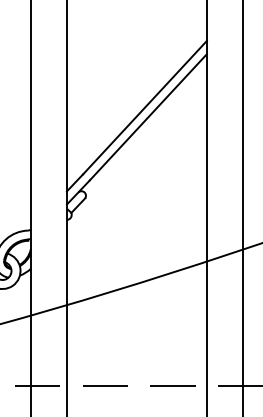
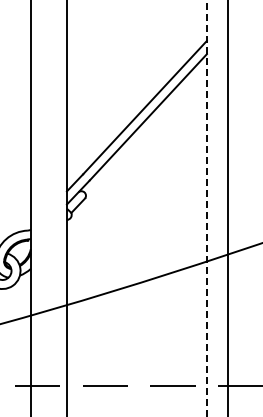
line at (242, 207) position: (242, 207) -> (227, 207)
line at (206, 208): solid -> dashed
